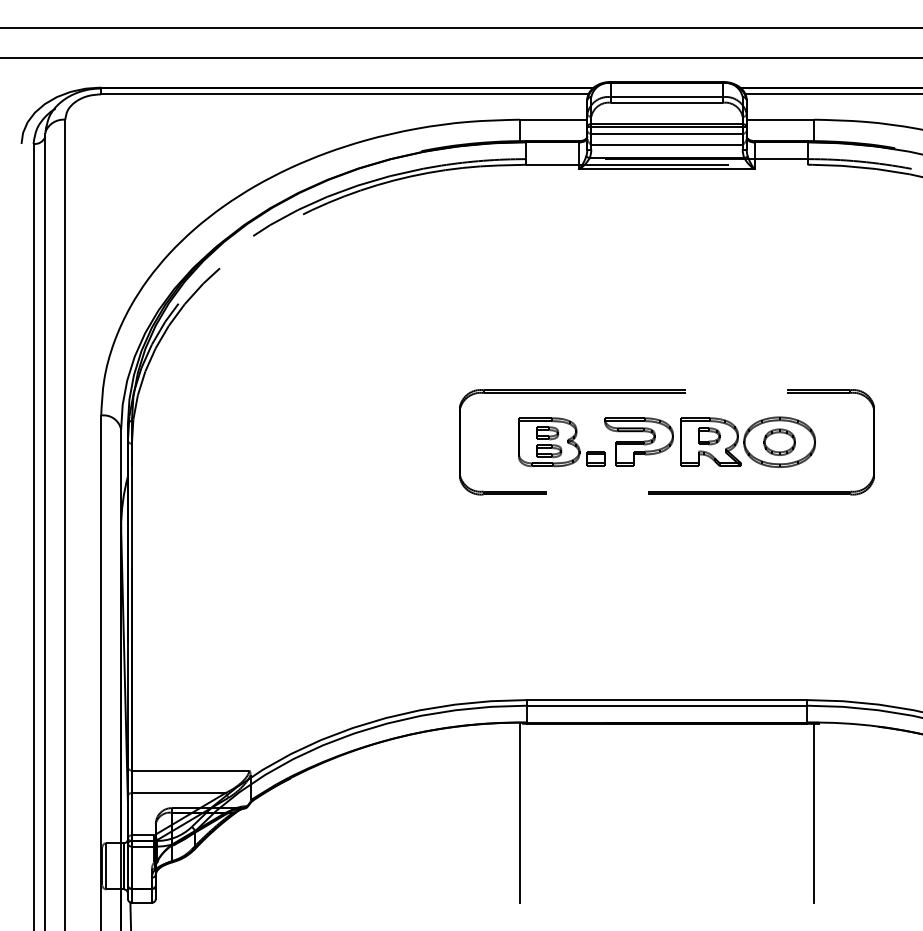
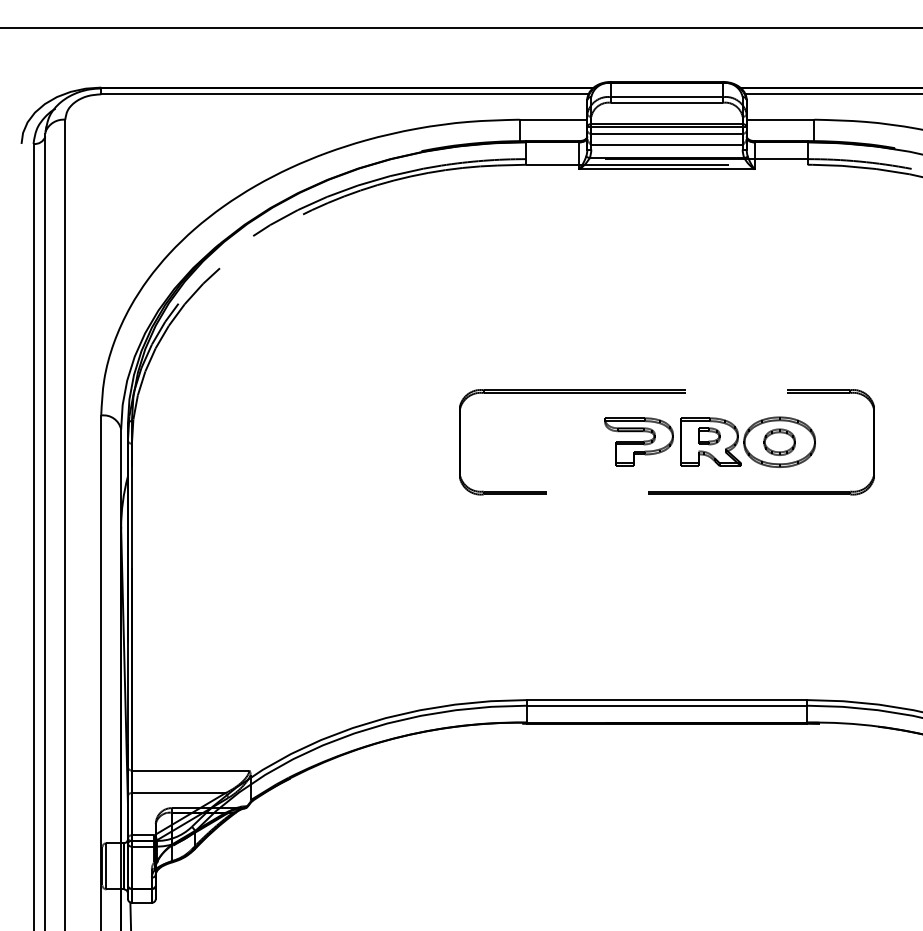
line at (460, 58): present -> none
part at (561, 442): present -> none
line at (519, 812): present -> none
line at (814, 813): present -> none
